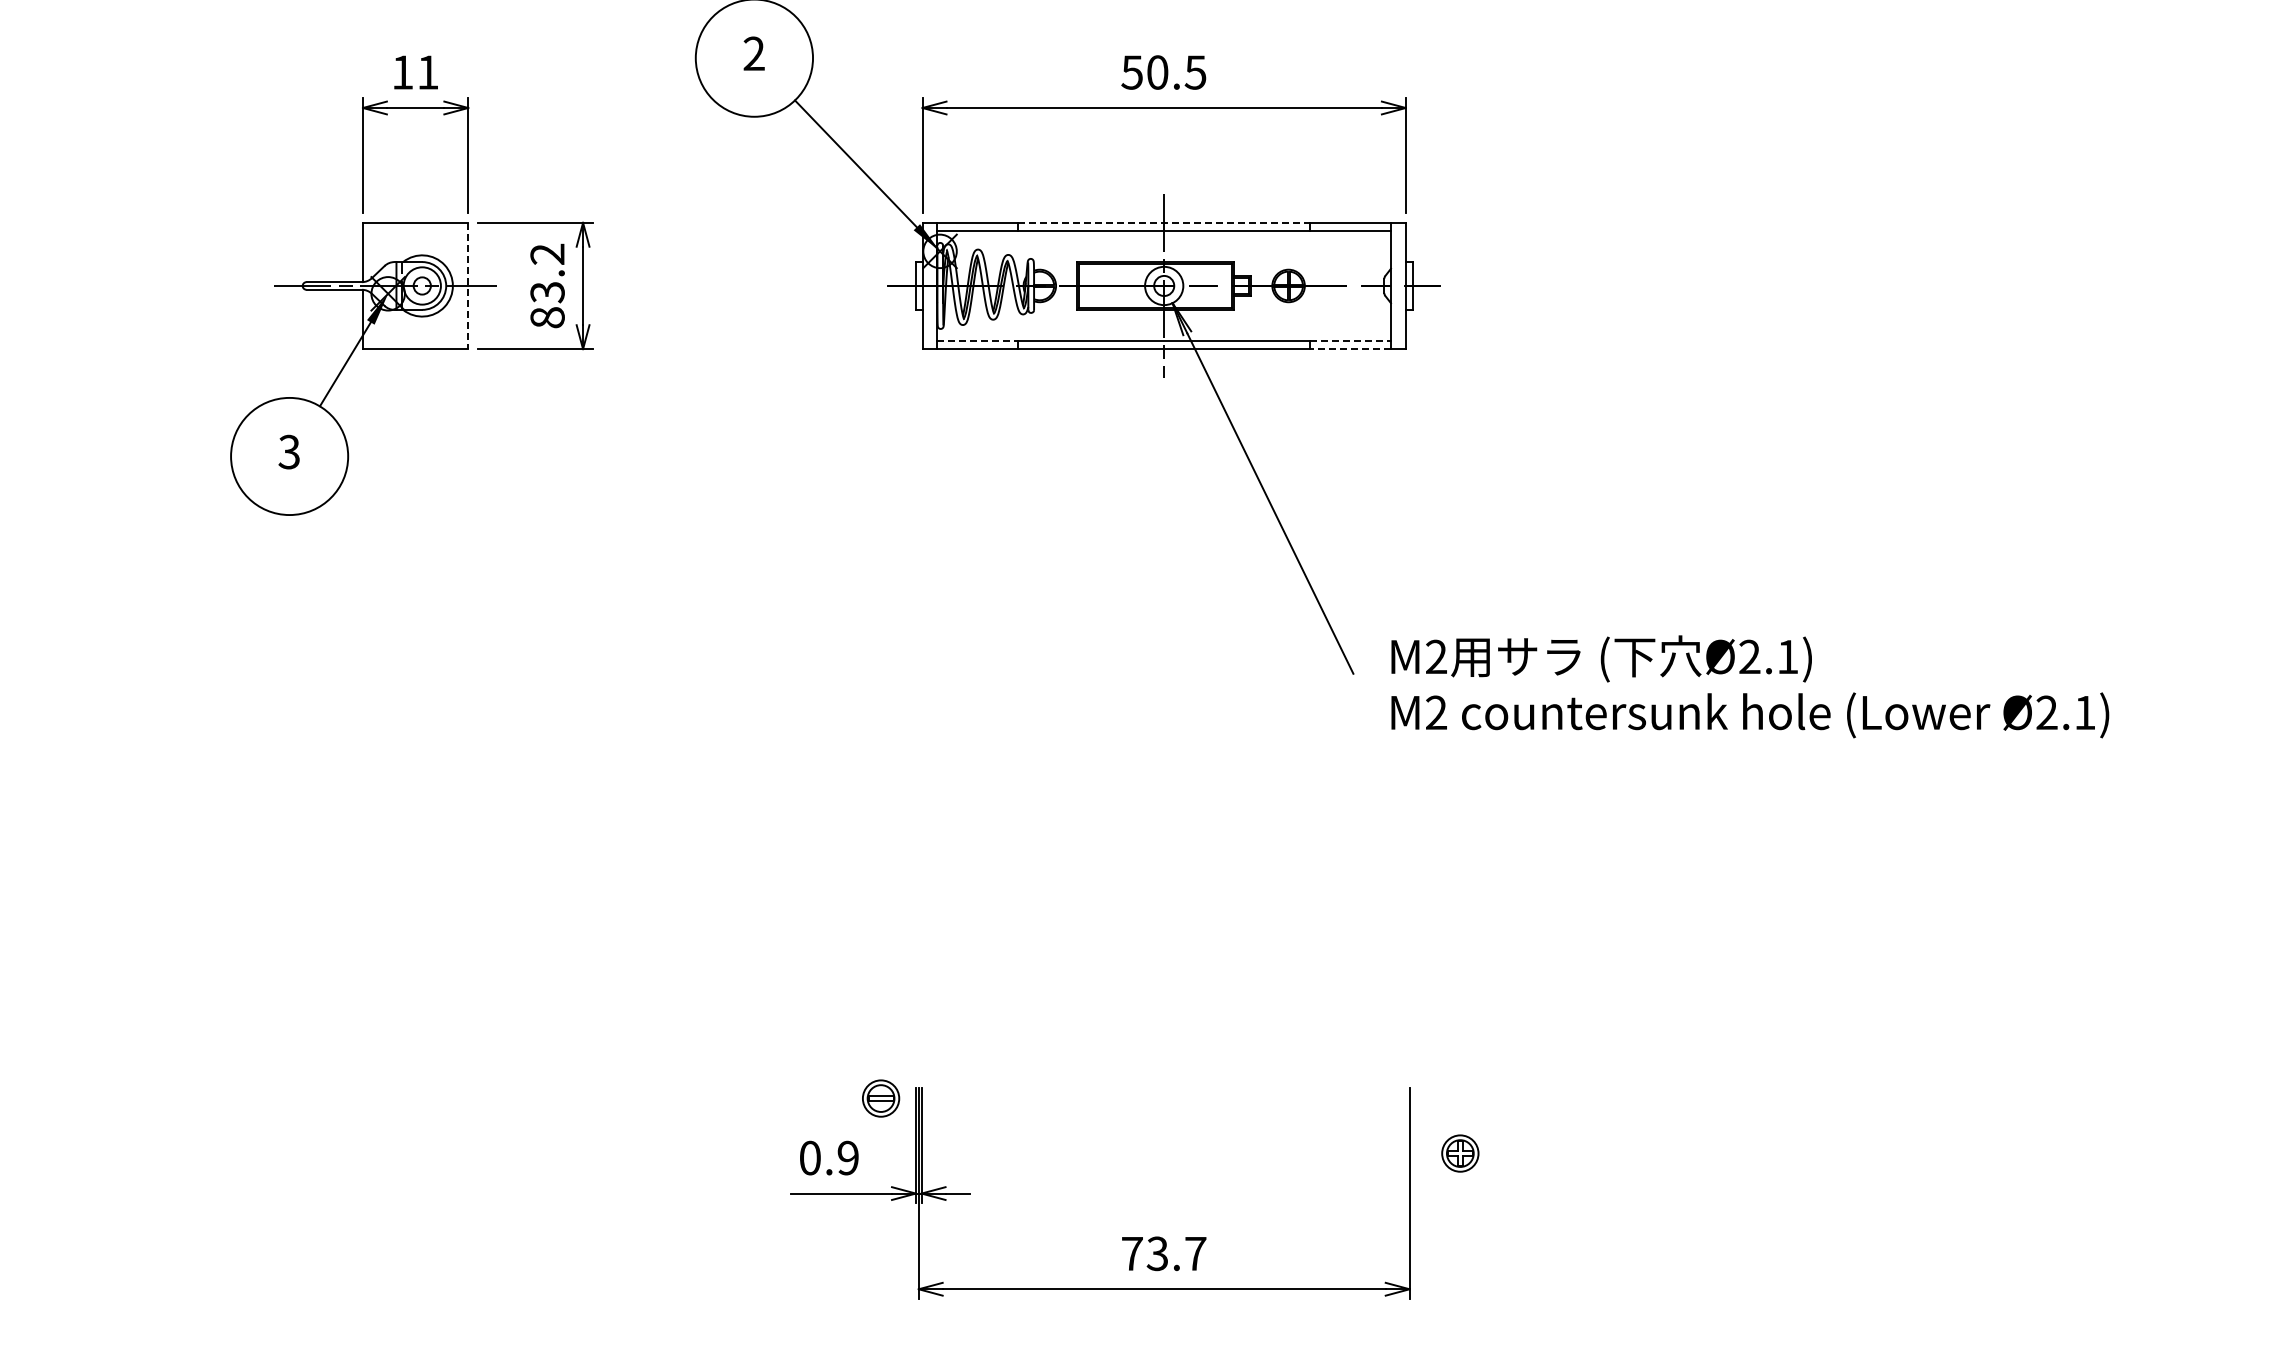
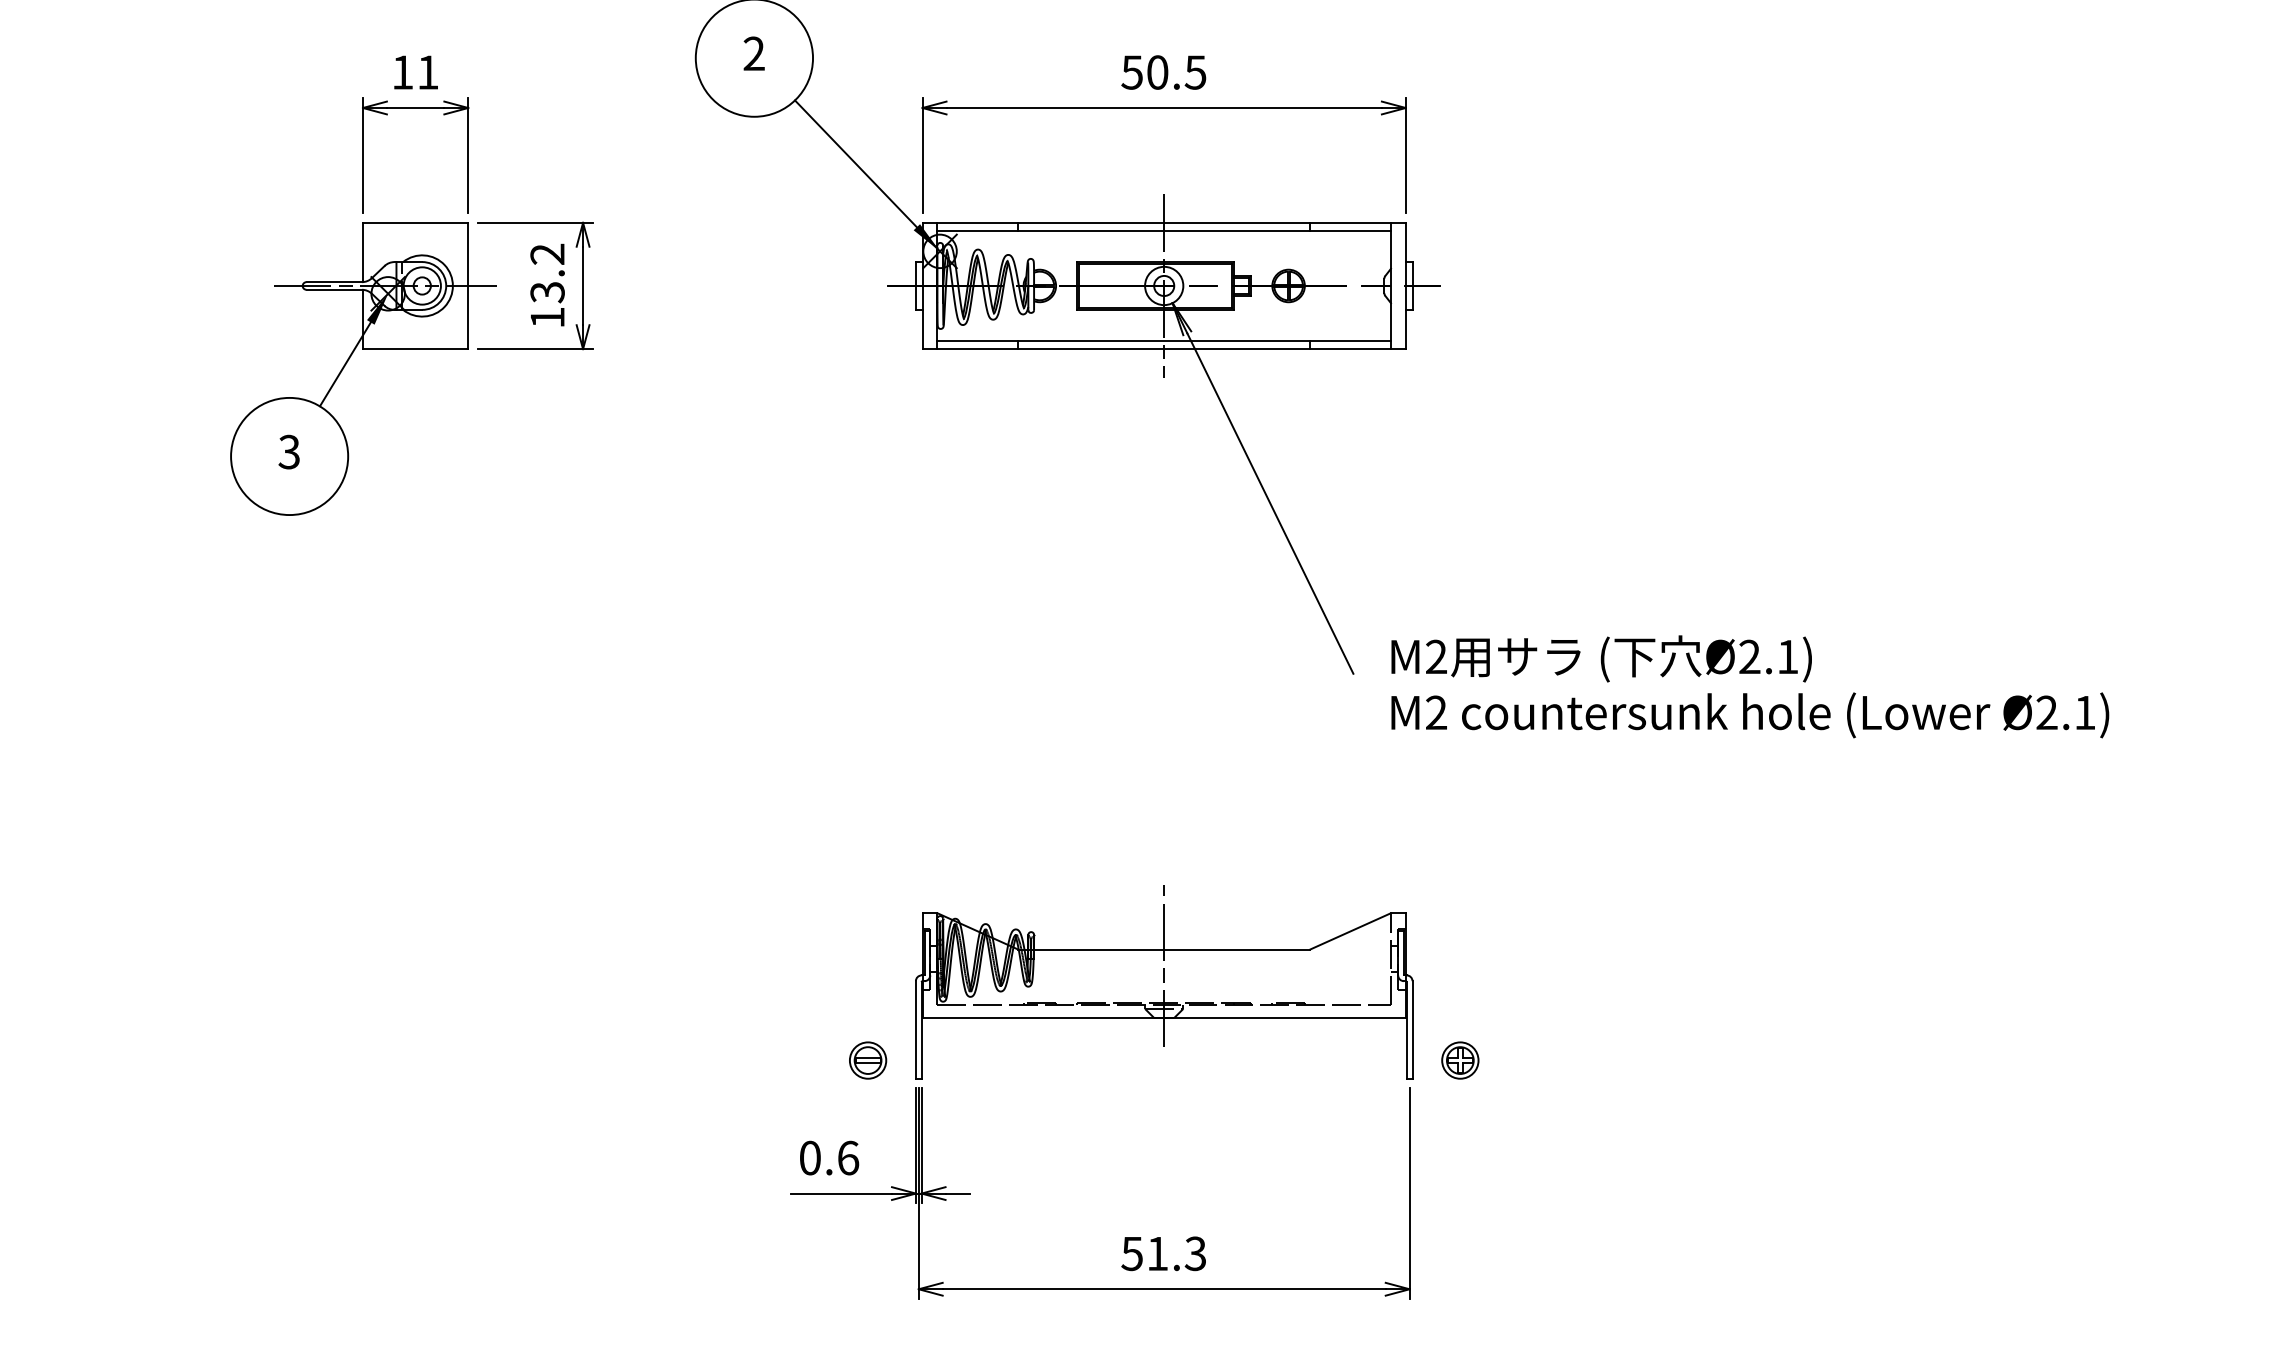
line at (1164, 222): dashed -> solid
line at (468, 286): dashed -> solid
text at (547, 317): 83.2 -> 13.2
line at (978, 341): dashed -> solid
line at (1351, 341): dashed -> solid
line at (1350, 349): dashed -> solid
part at (1164, 982): none -> present
part at (881, 1098) position: (881, 1098) -> (868, 1060)
part at (1460, 1153) position: (1460, 1153) -> (1460, 1060)
text at (848, 1157): 0.9 -> 0.6
text at (1163, 1253): 73.7 -> 51.3
